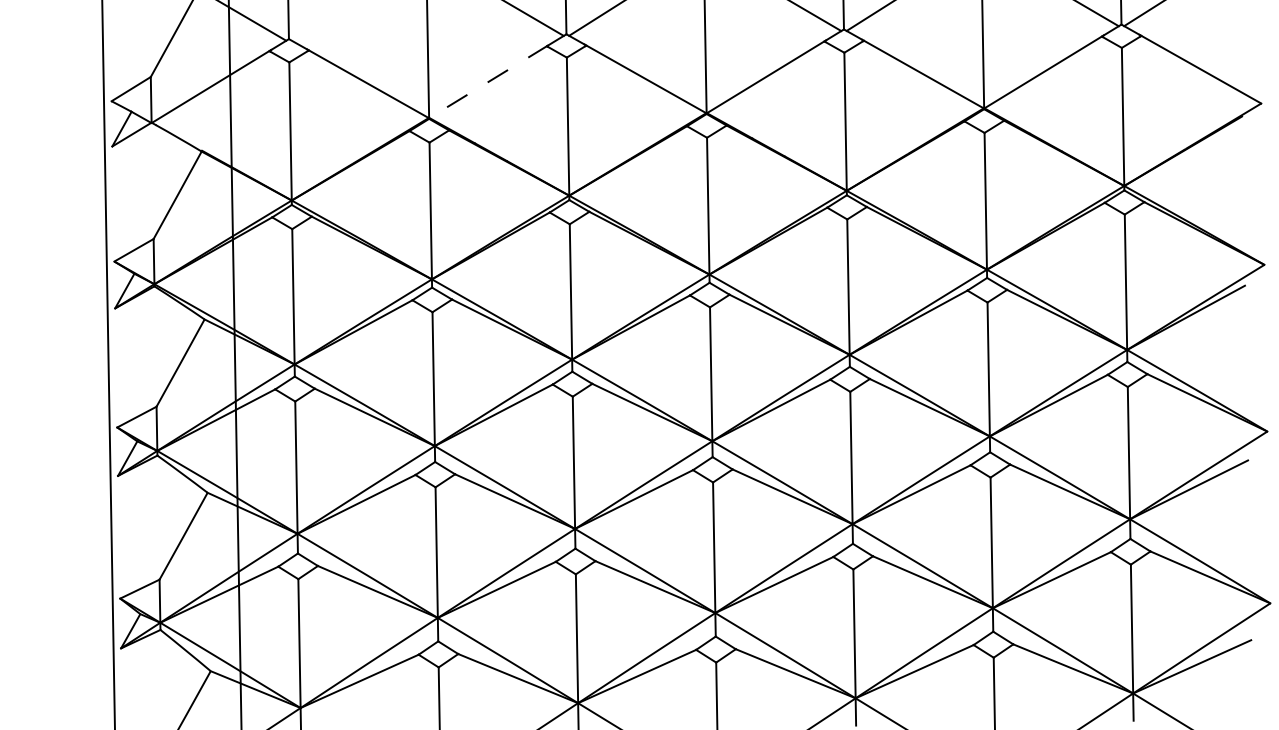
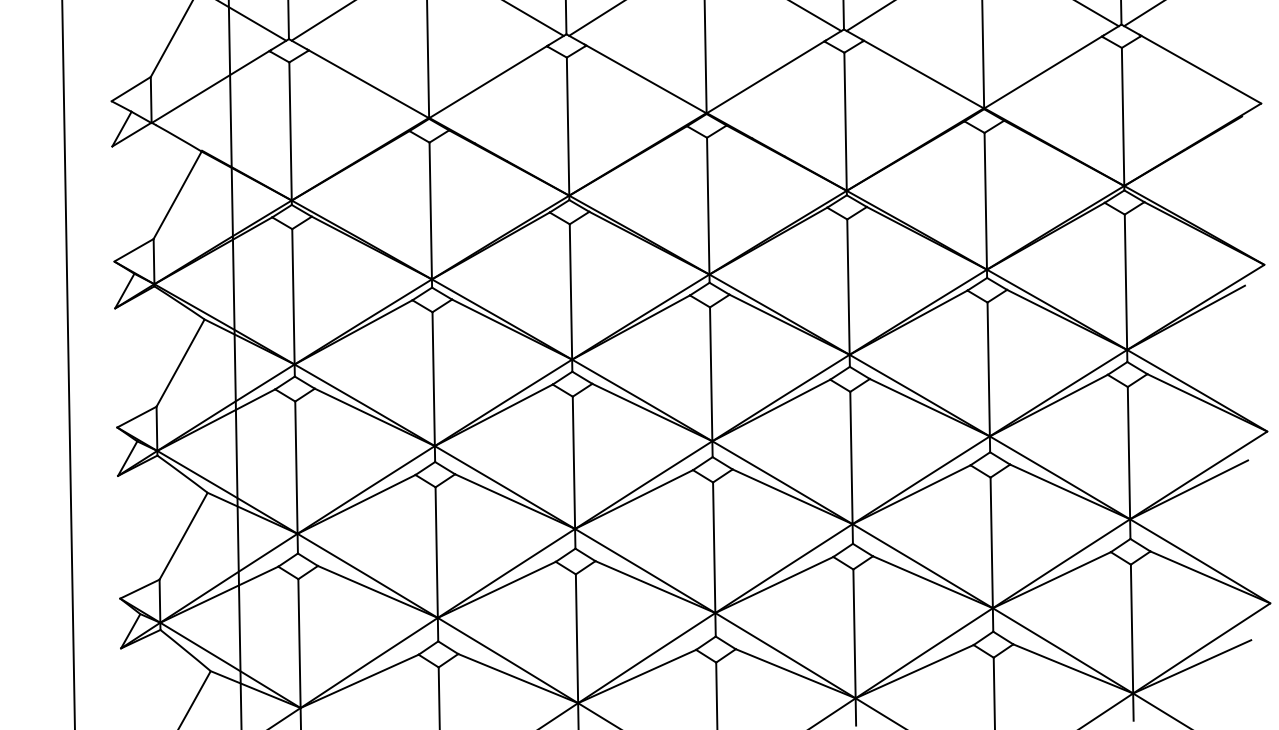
line at (321, 21): none -> present
line at (489, 81): dashed -> solid
line at (108, 364) position: (108, 364) -> (68, 364)
